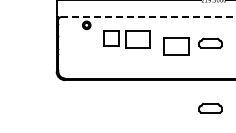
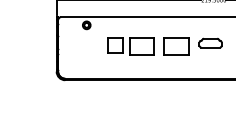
line at (148, 17): dashed -> solid
part at (126, 39) position: (126, 39) -> (130, 46)
part at (210, 107): present -> none
